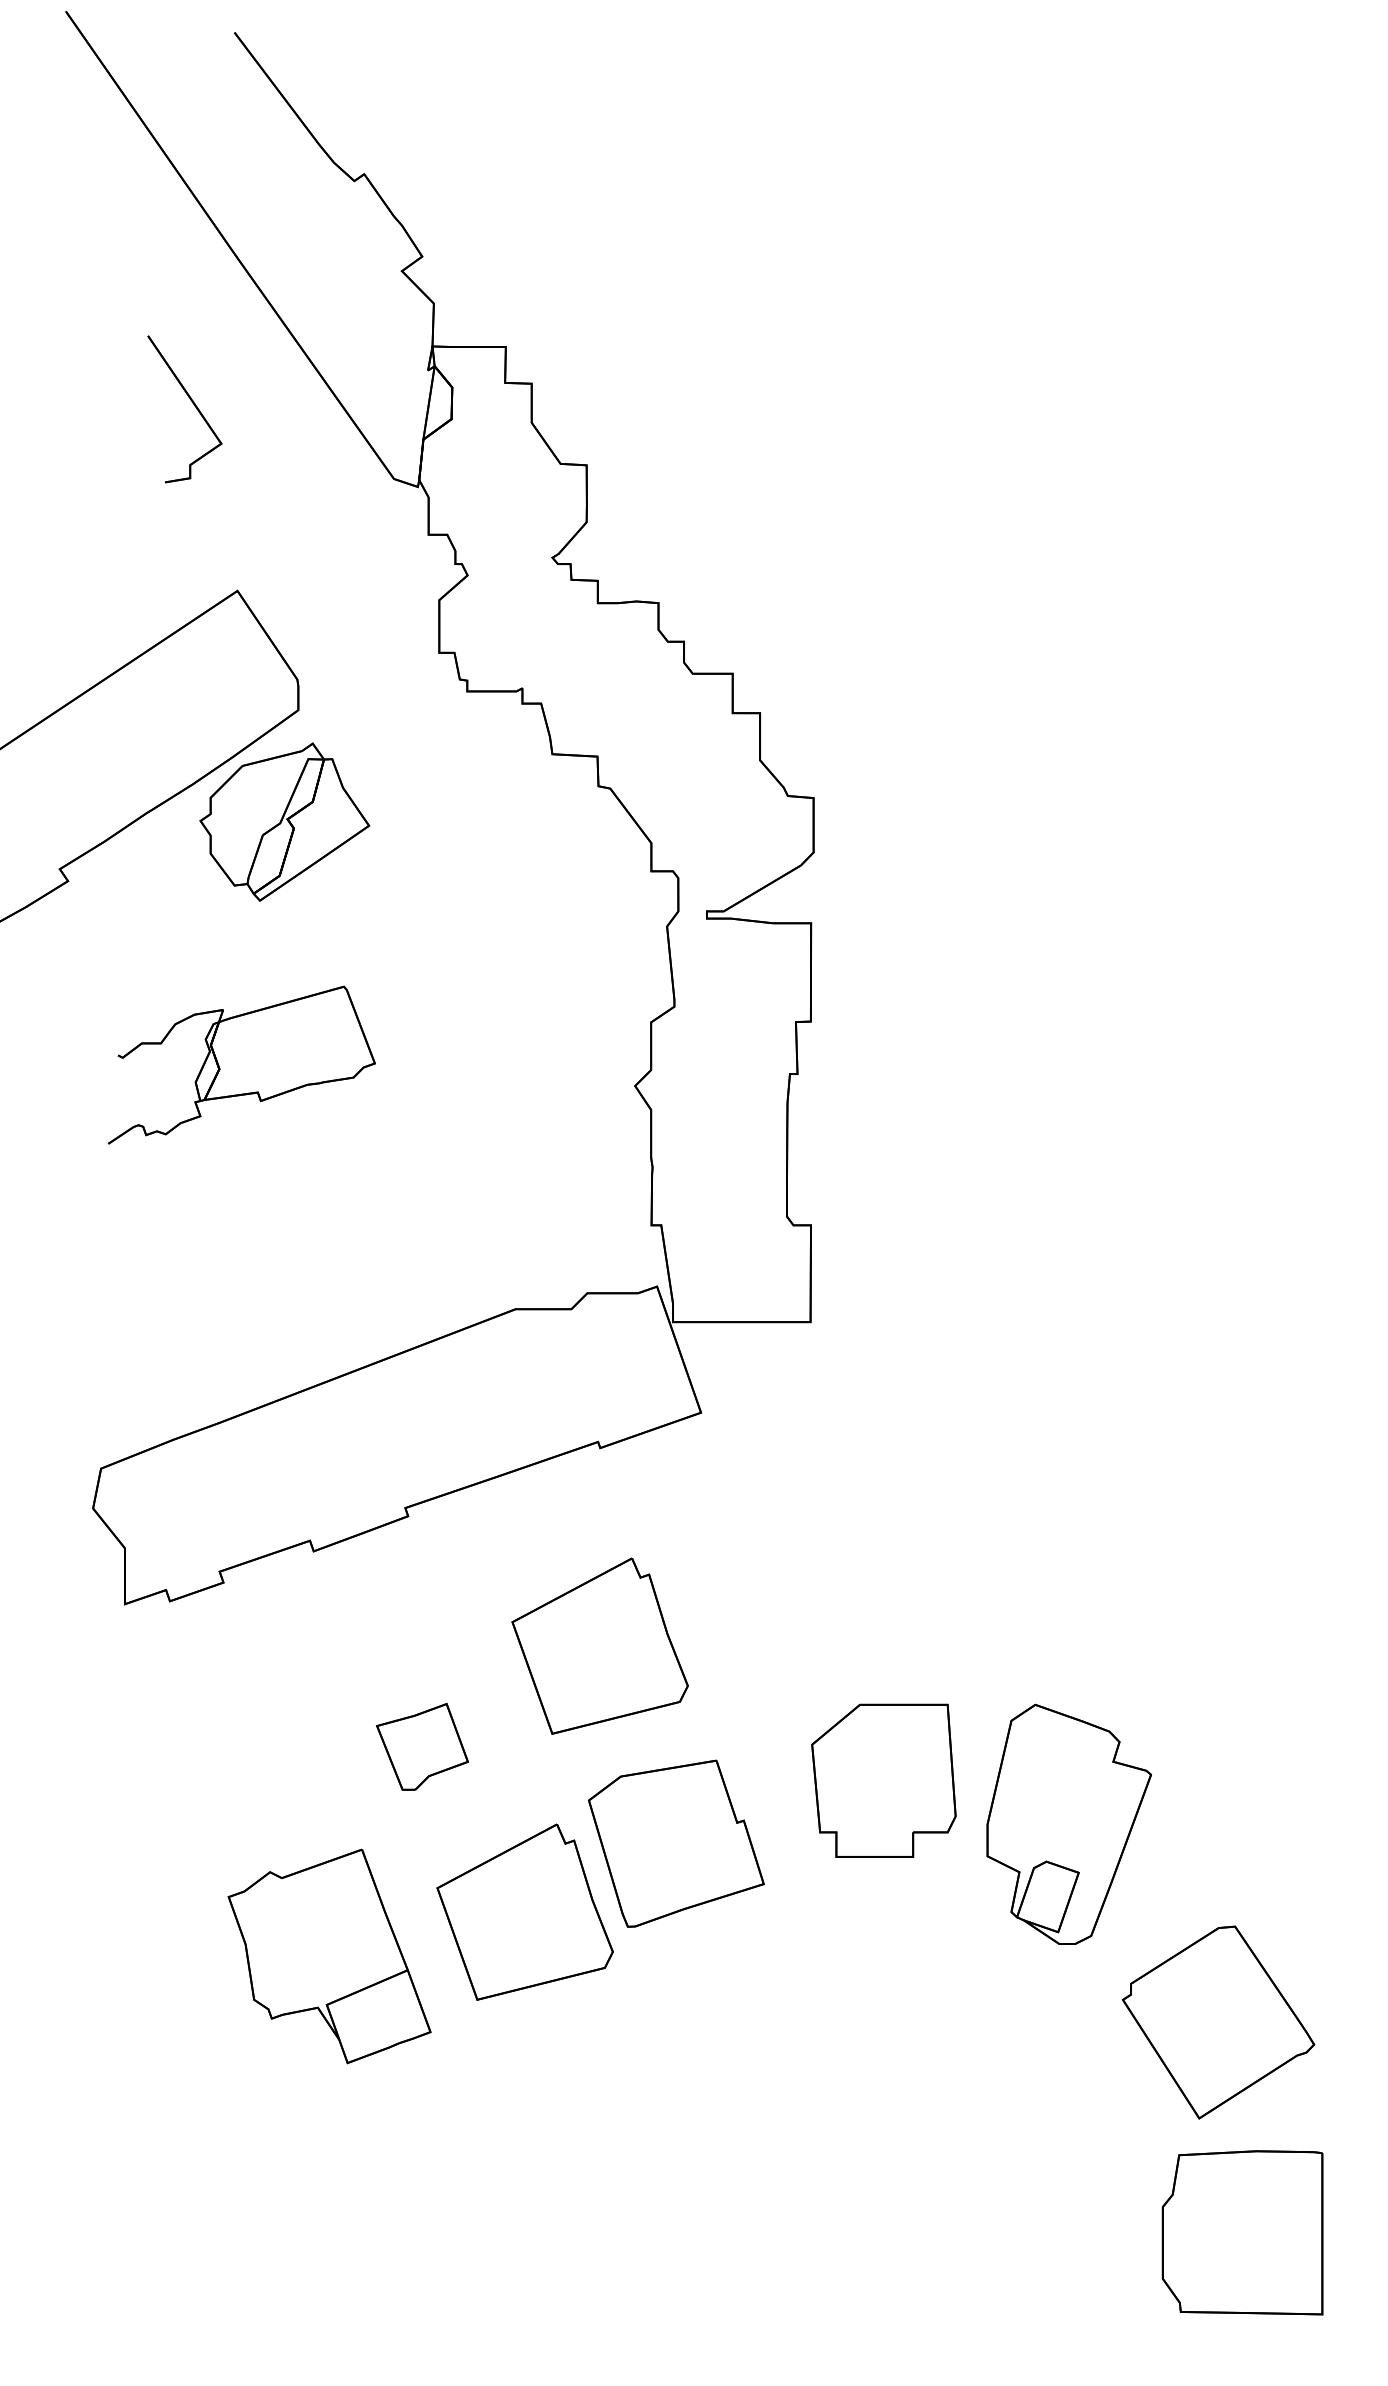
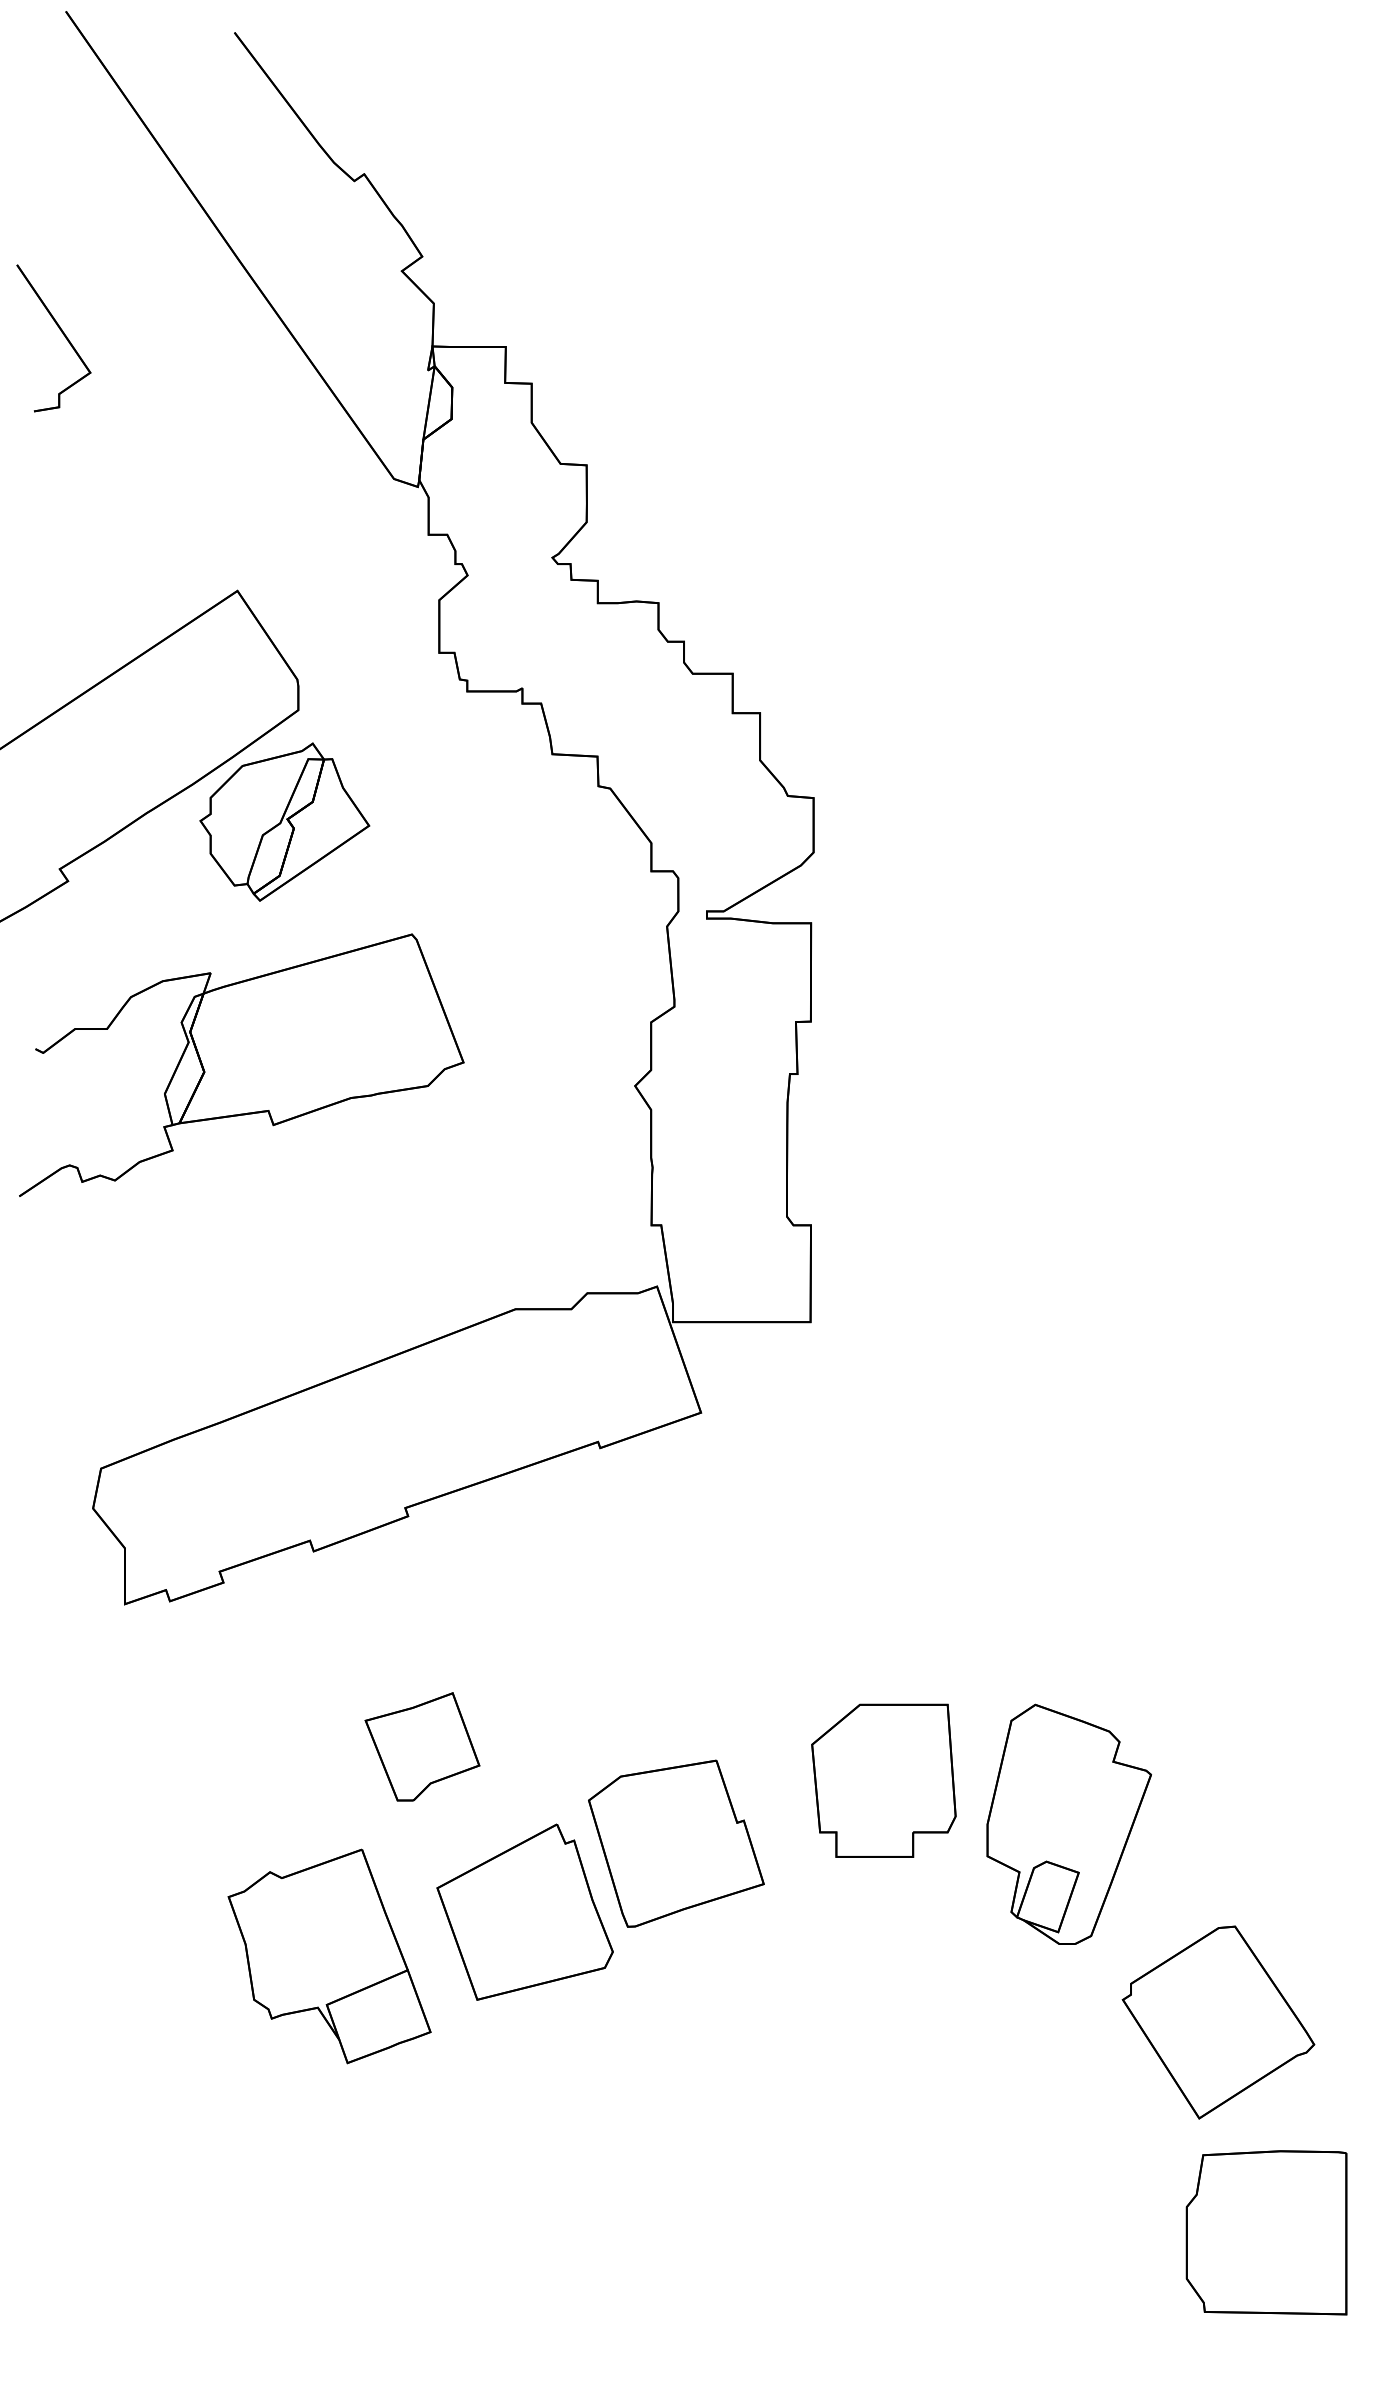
part at (192, 403) position: (192, 403) -> (61, 332)
part at (241, 1064) size: 268x160 px -> 446x264 px
part at (599, 1645): present -> none
part at (422, 1746) size: 93x88 px -> 117x110 px
part at (1242, 2232) position: (1242, 2232) -> (1266, 2232)
